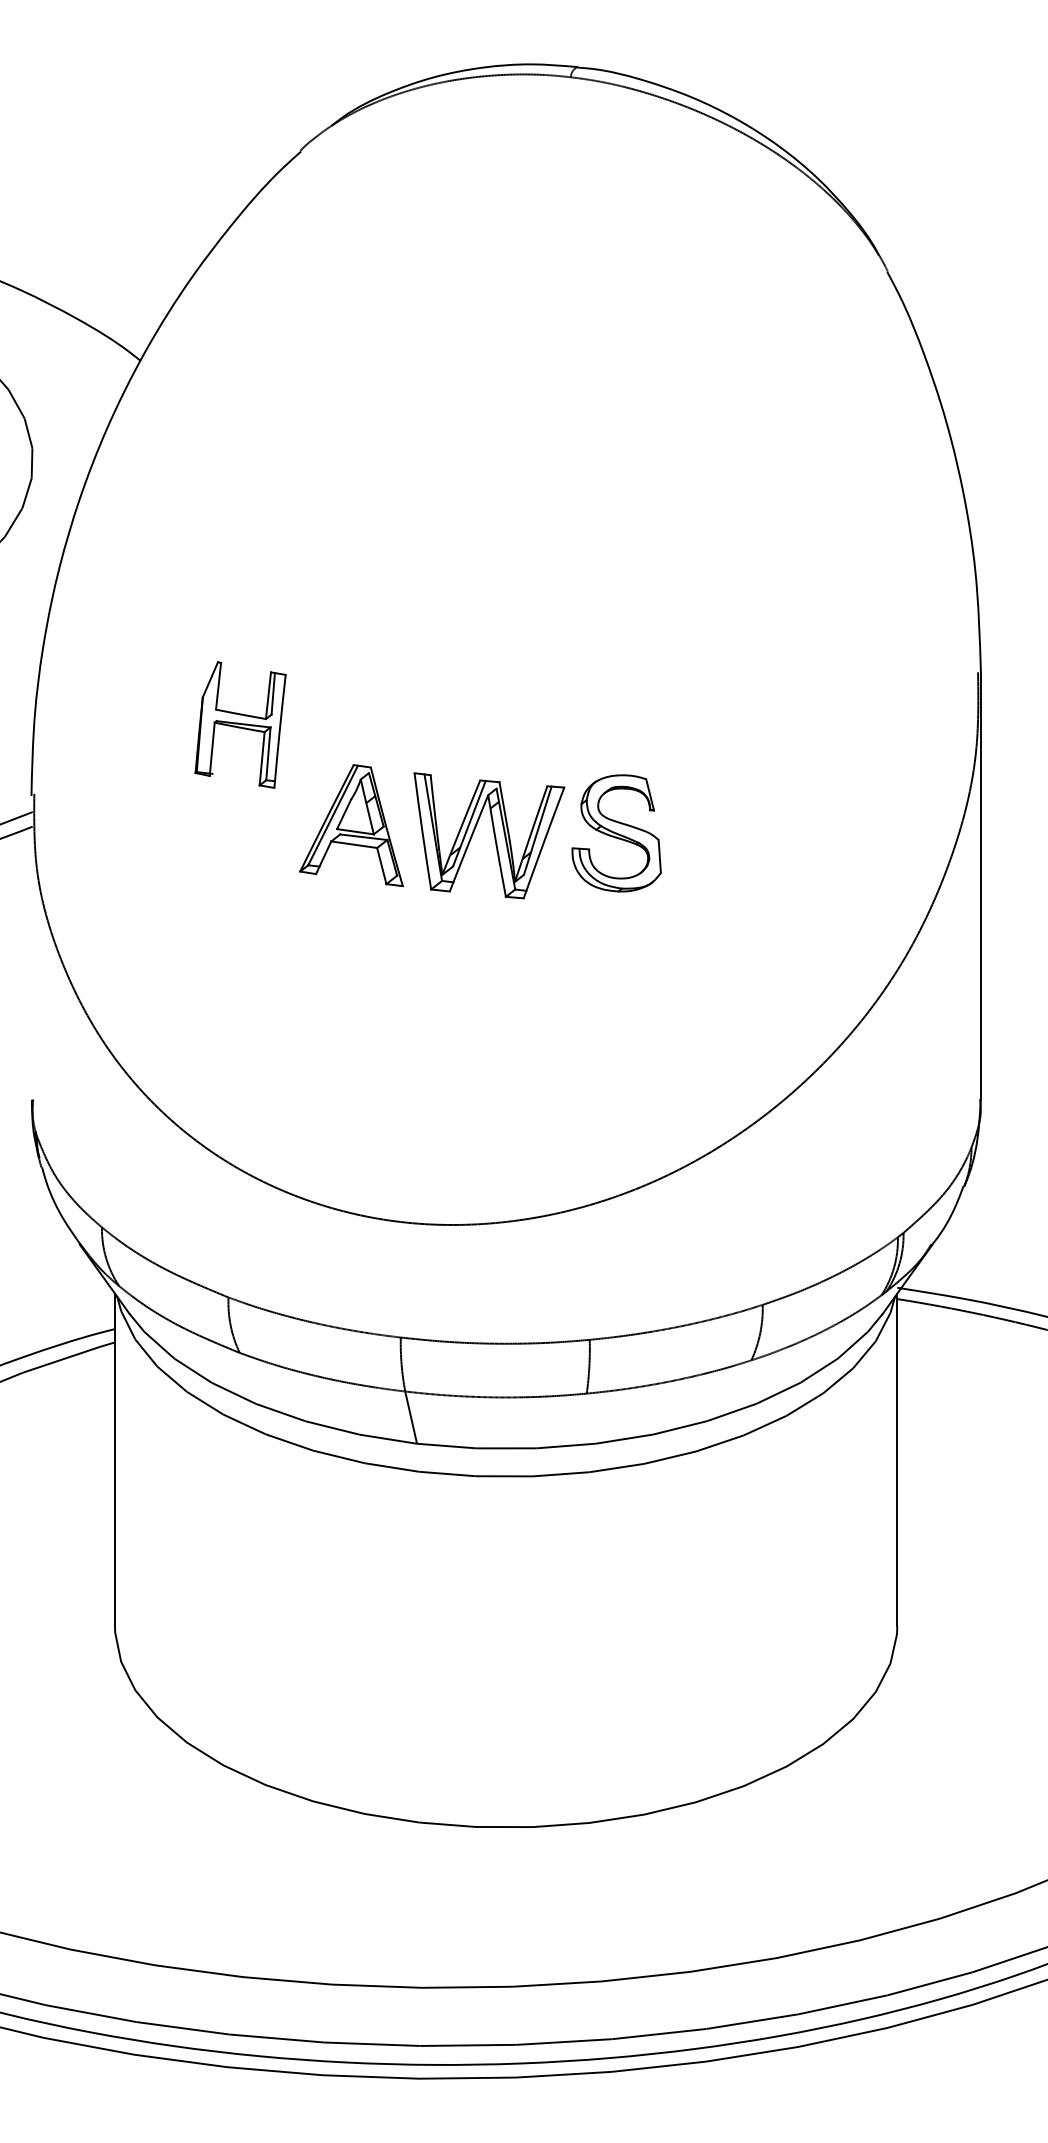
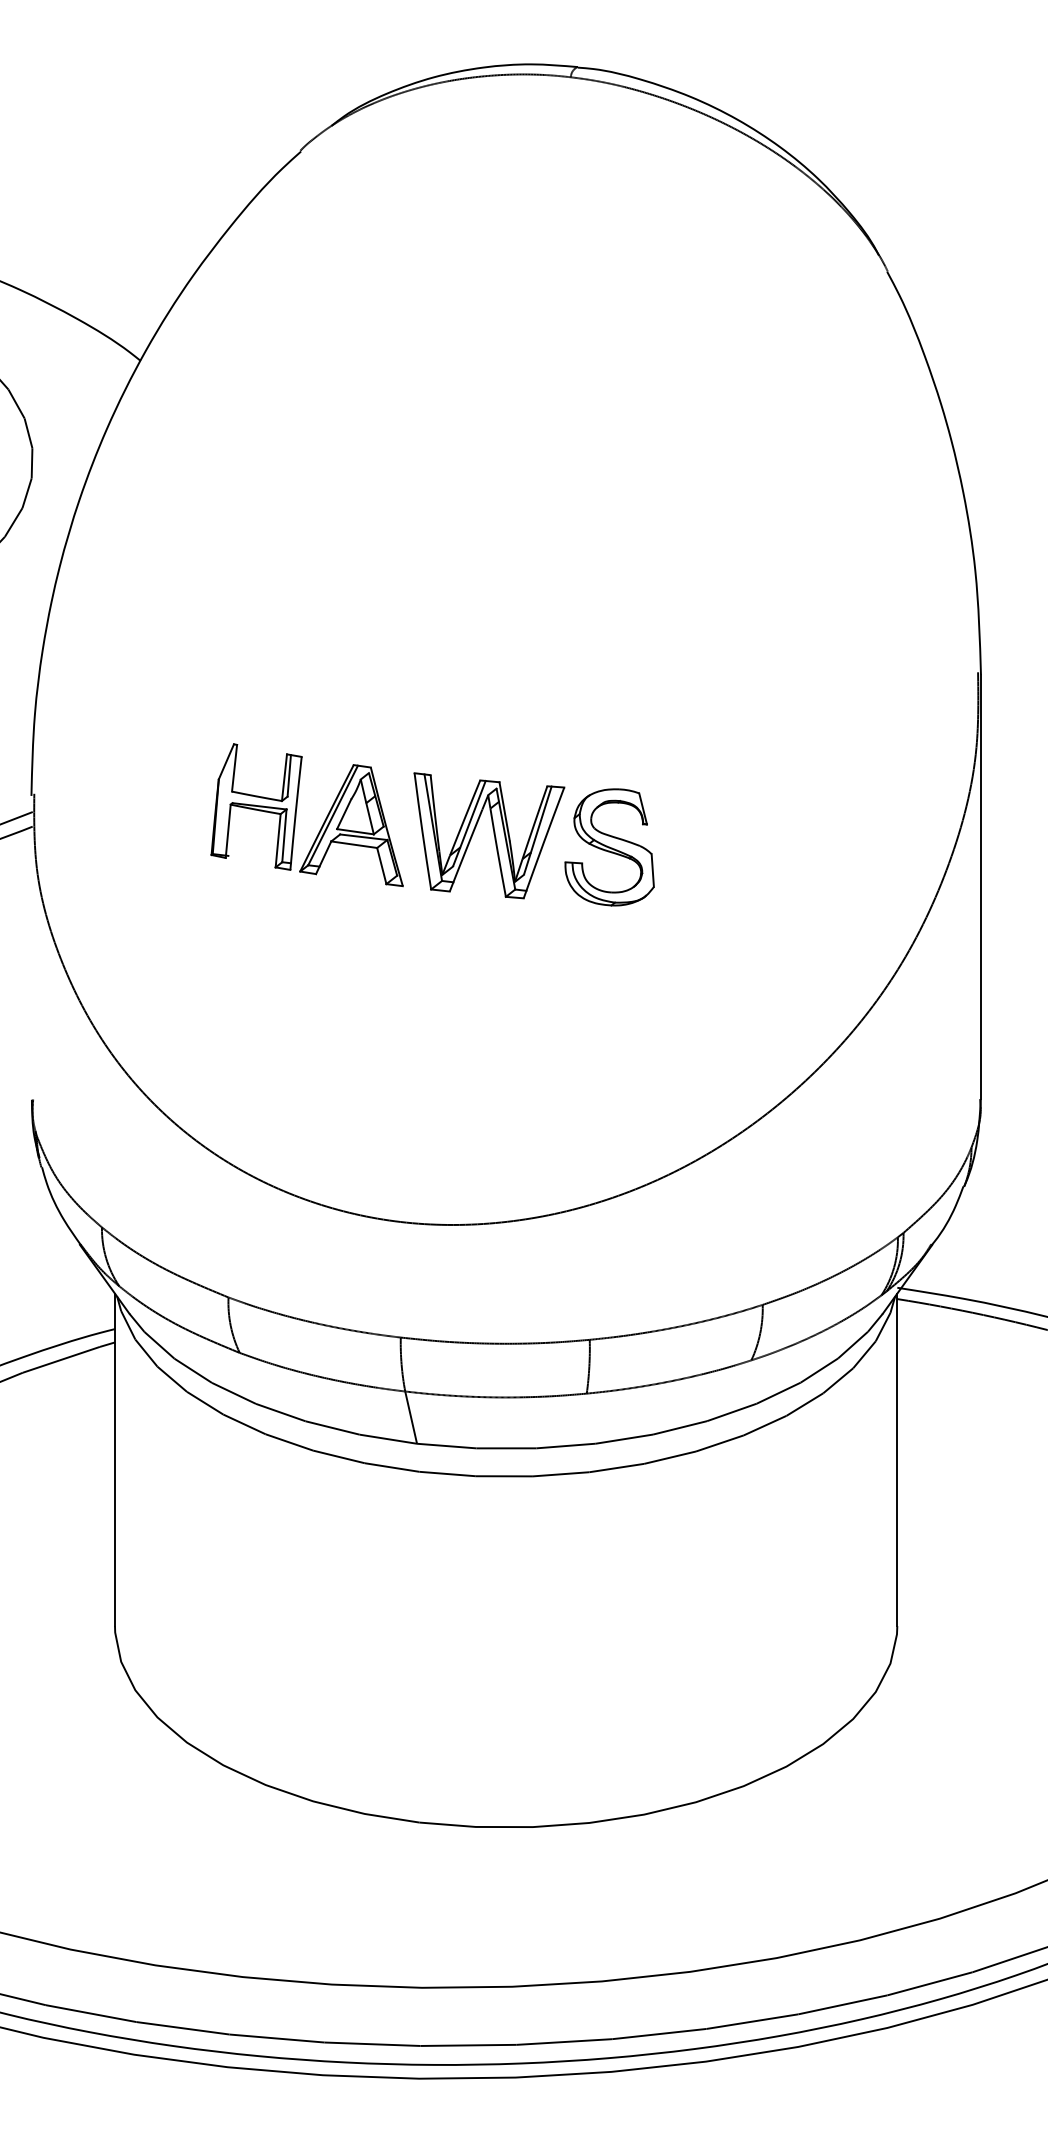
part at (240, 724) position: (240, 724) -> (256, 806)
part at (616, 833) position: (616, 833) -> (609, 847)
